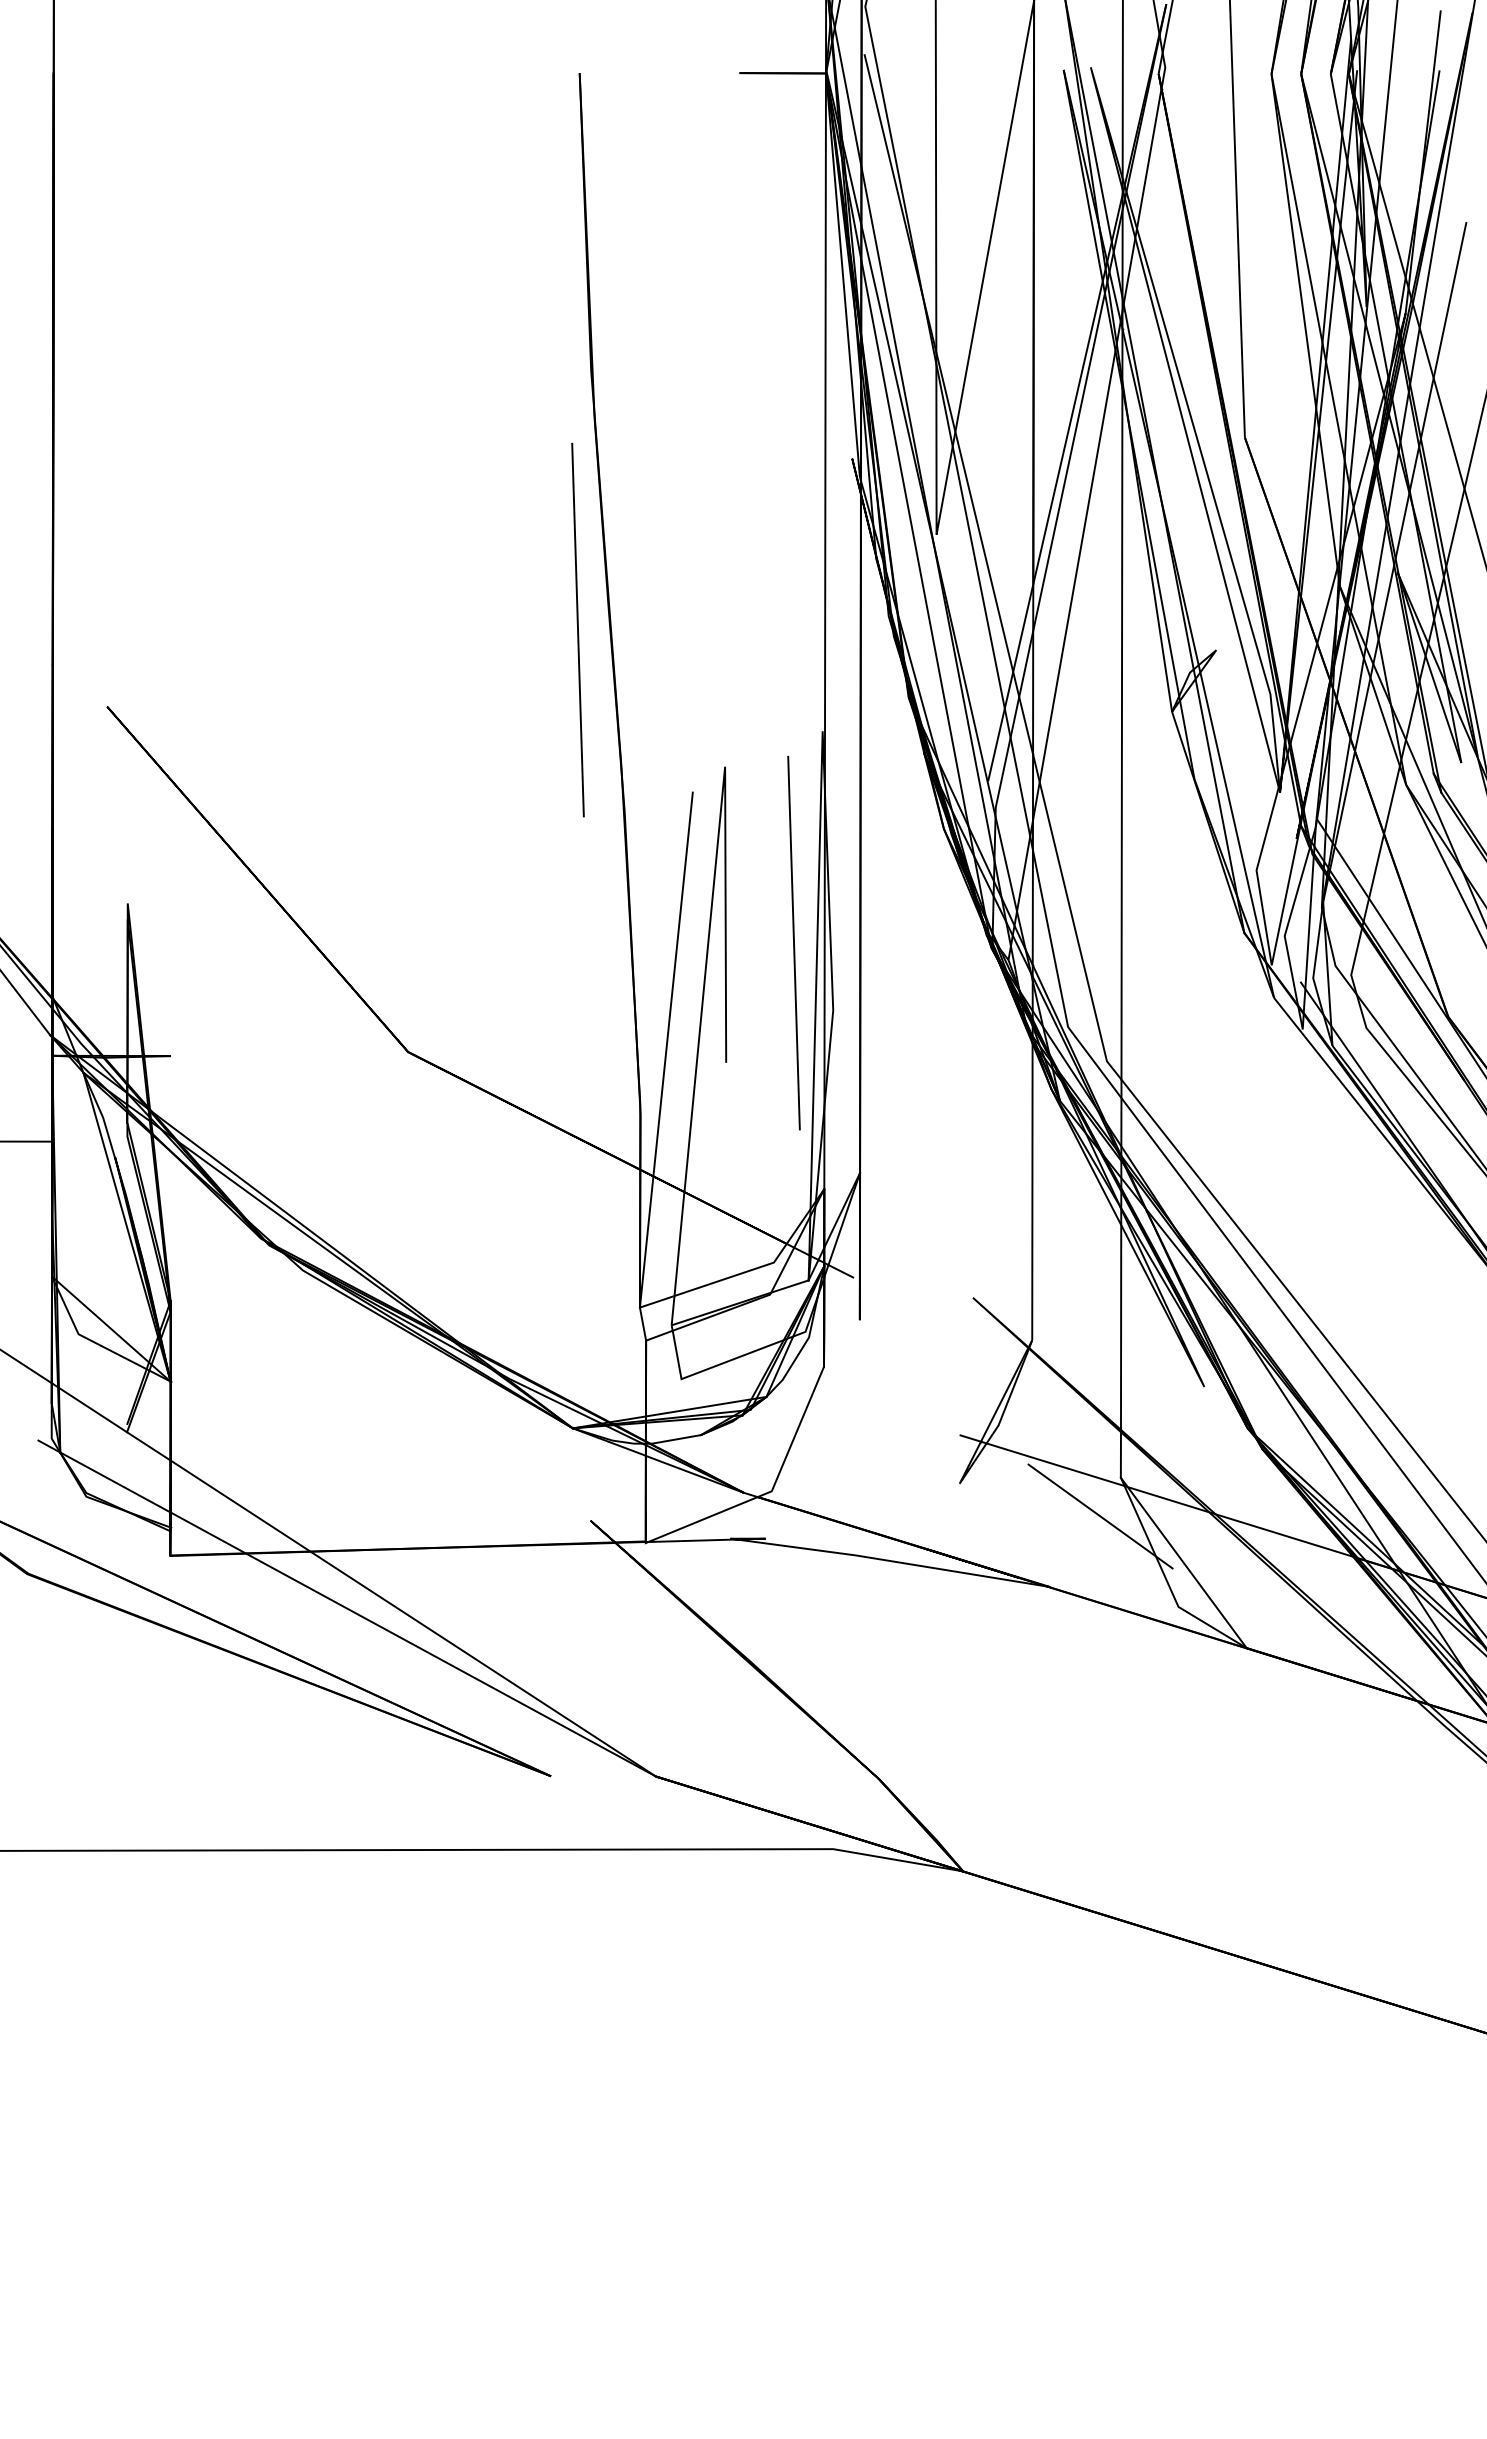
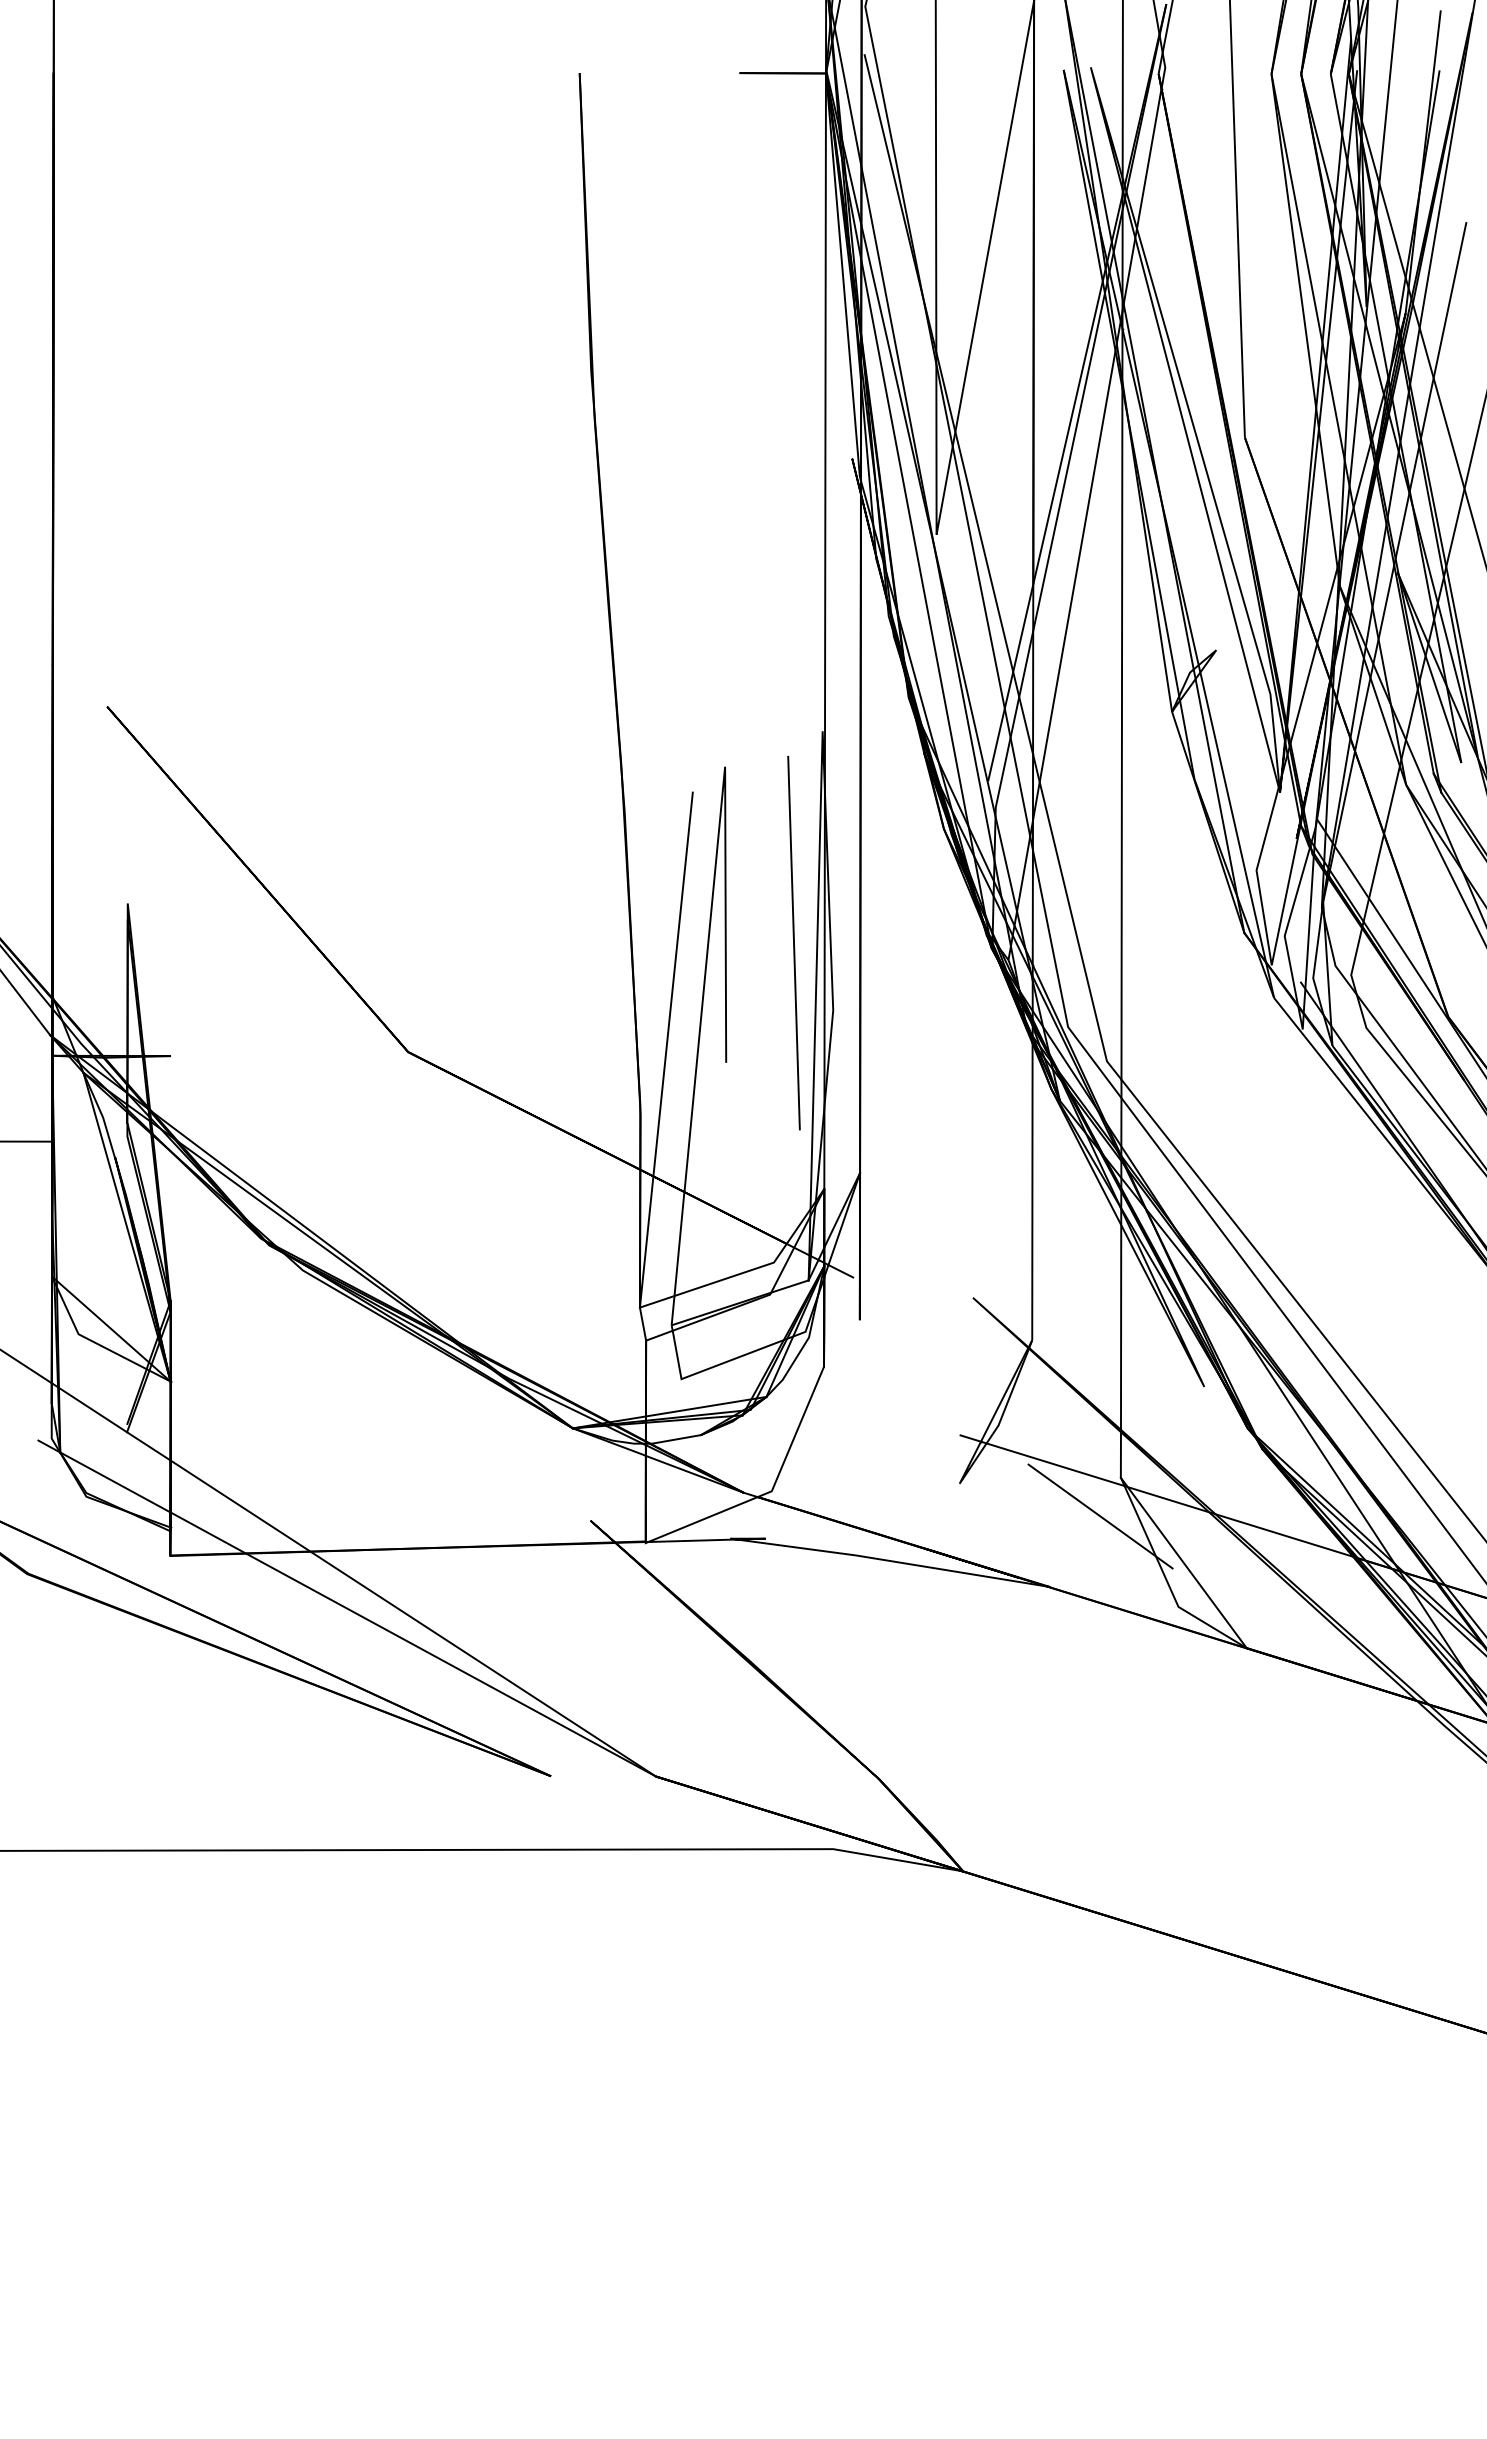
line at (577, 629): present -> none
